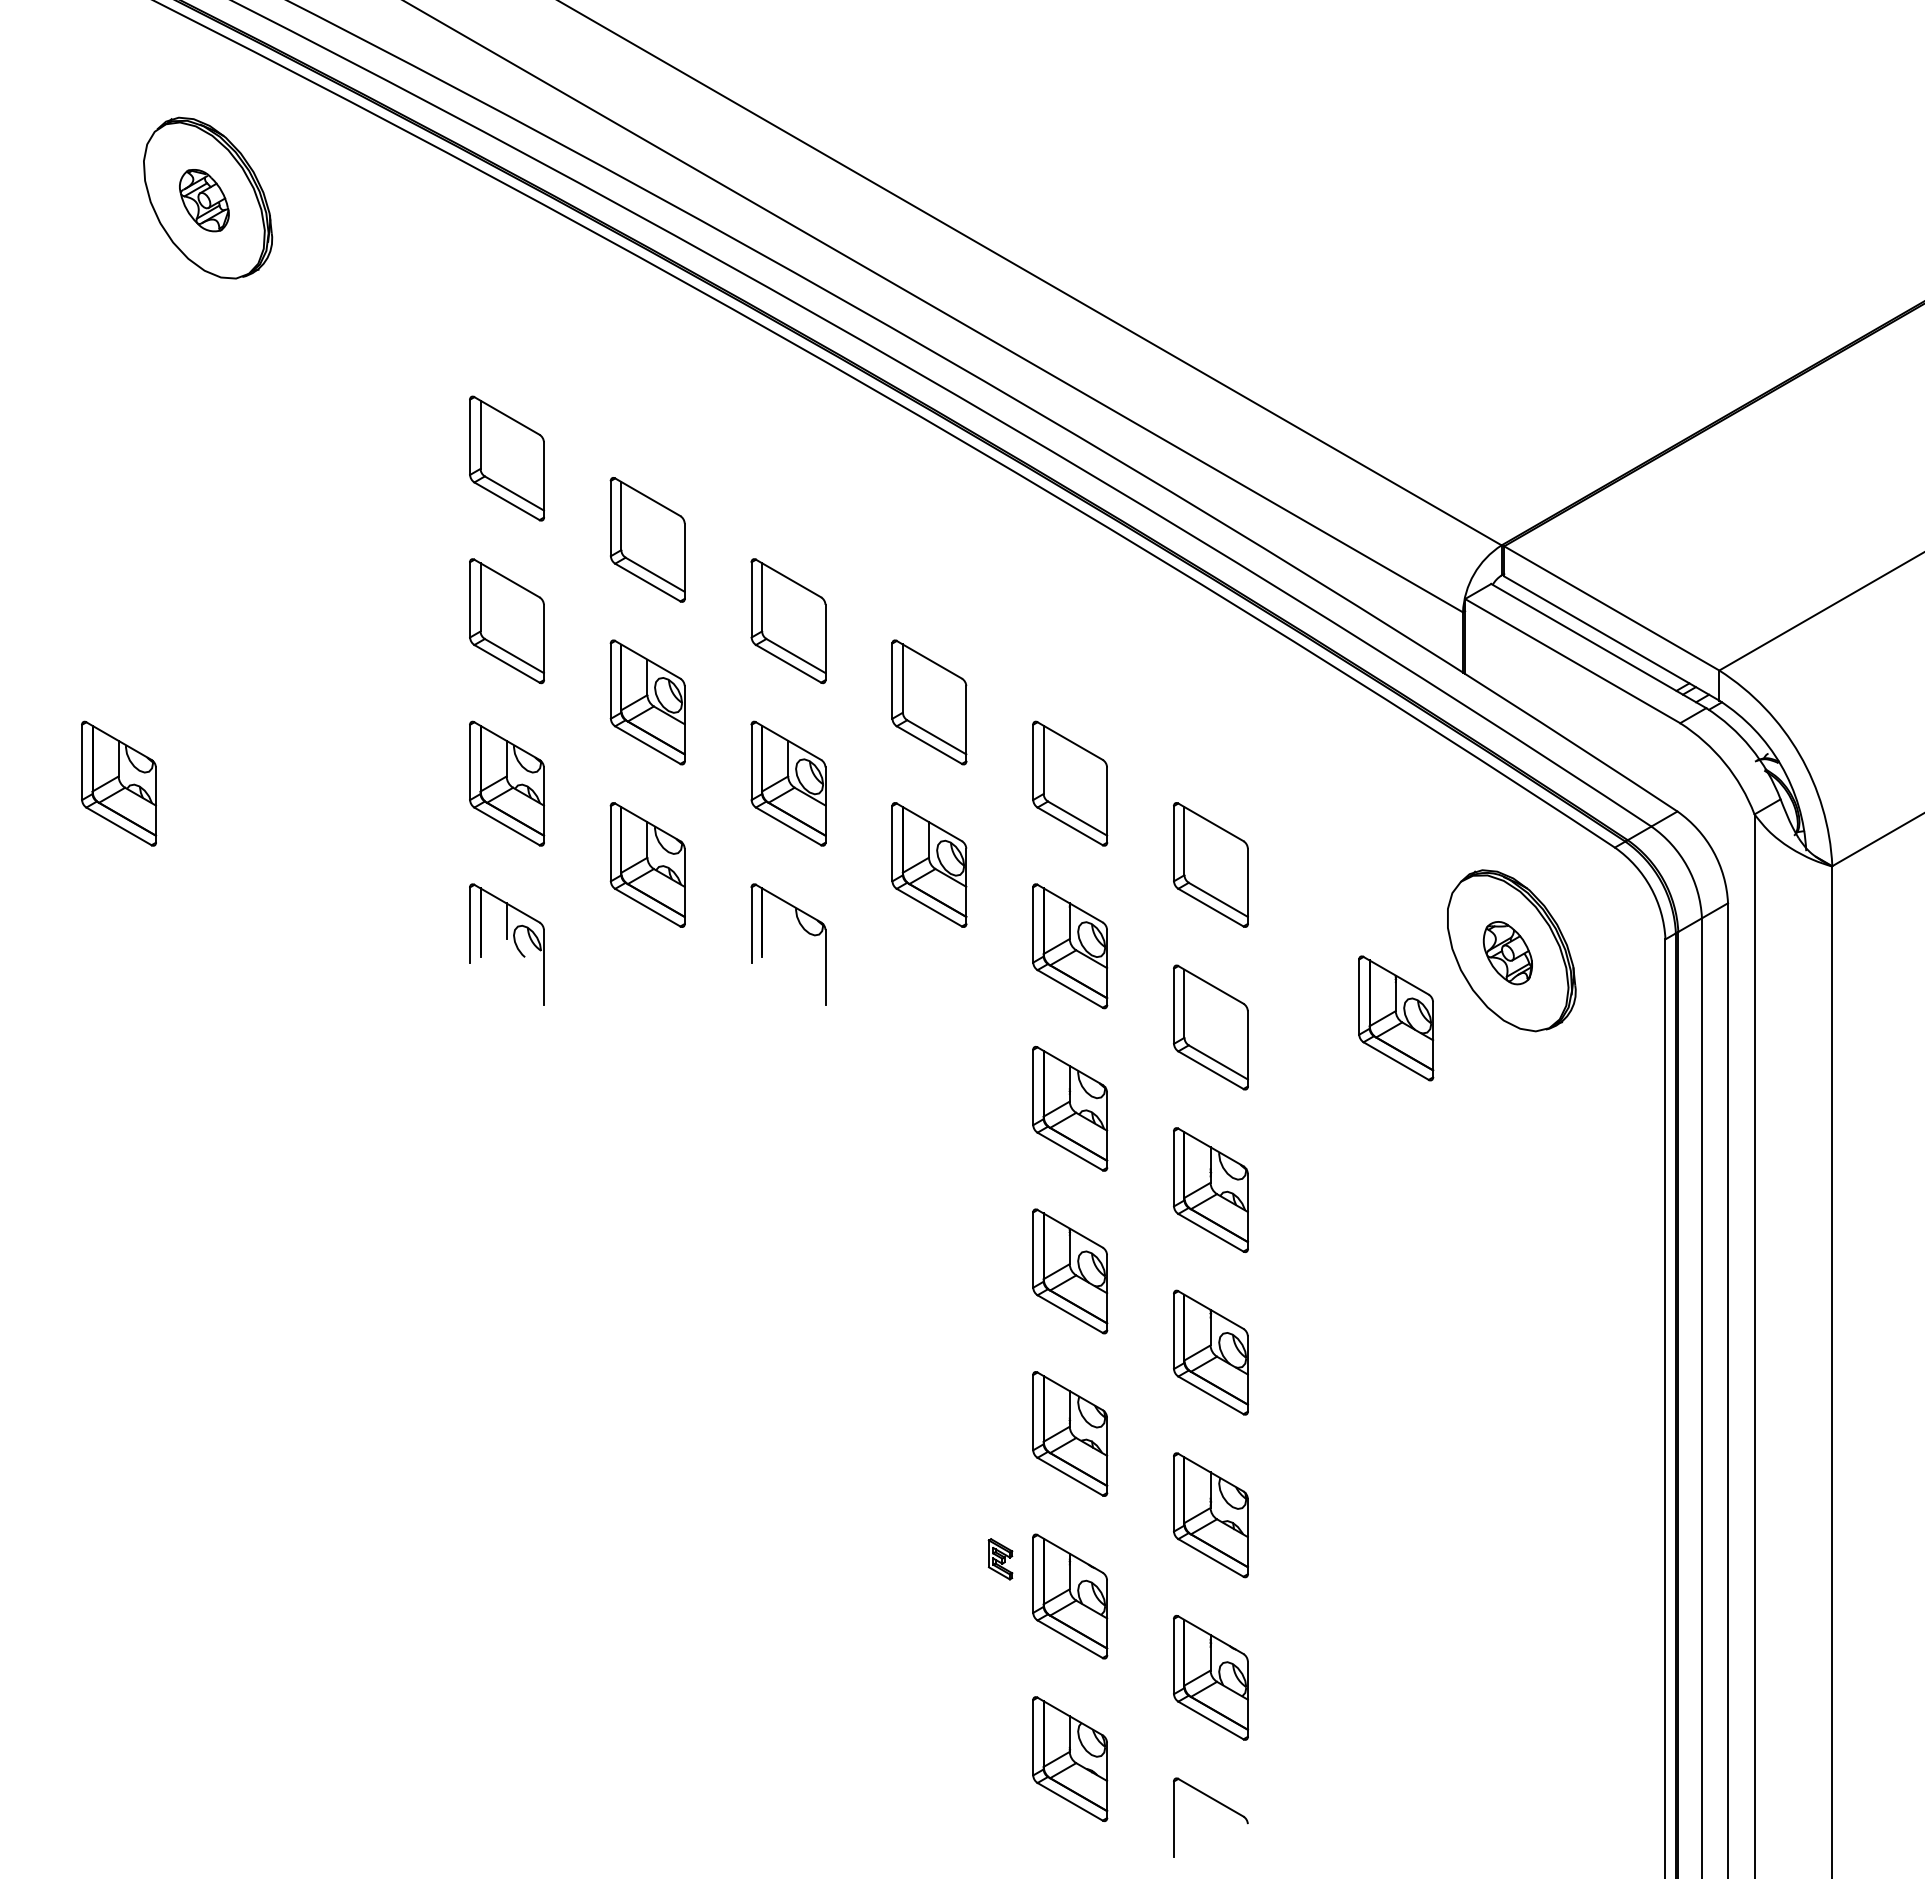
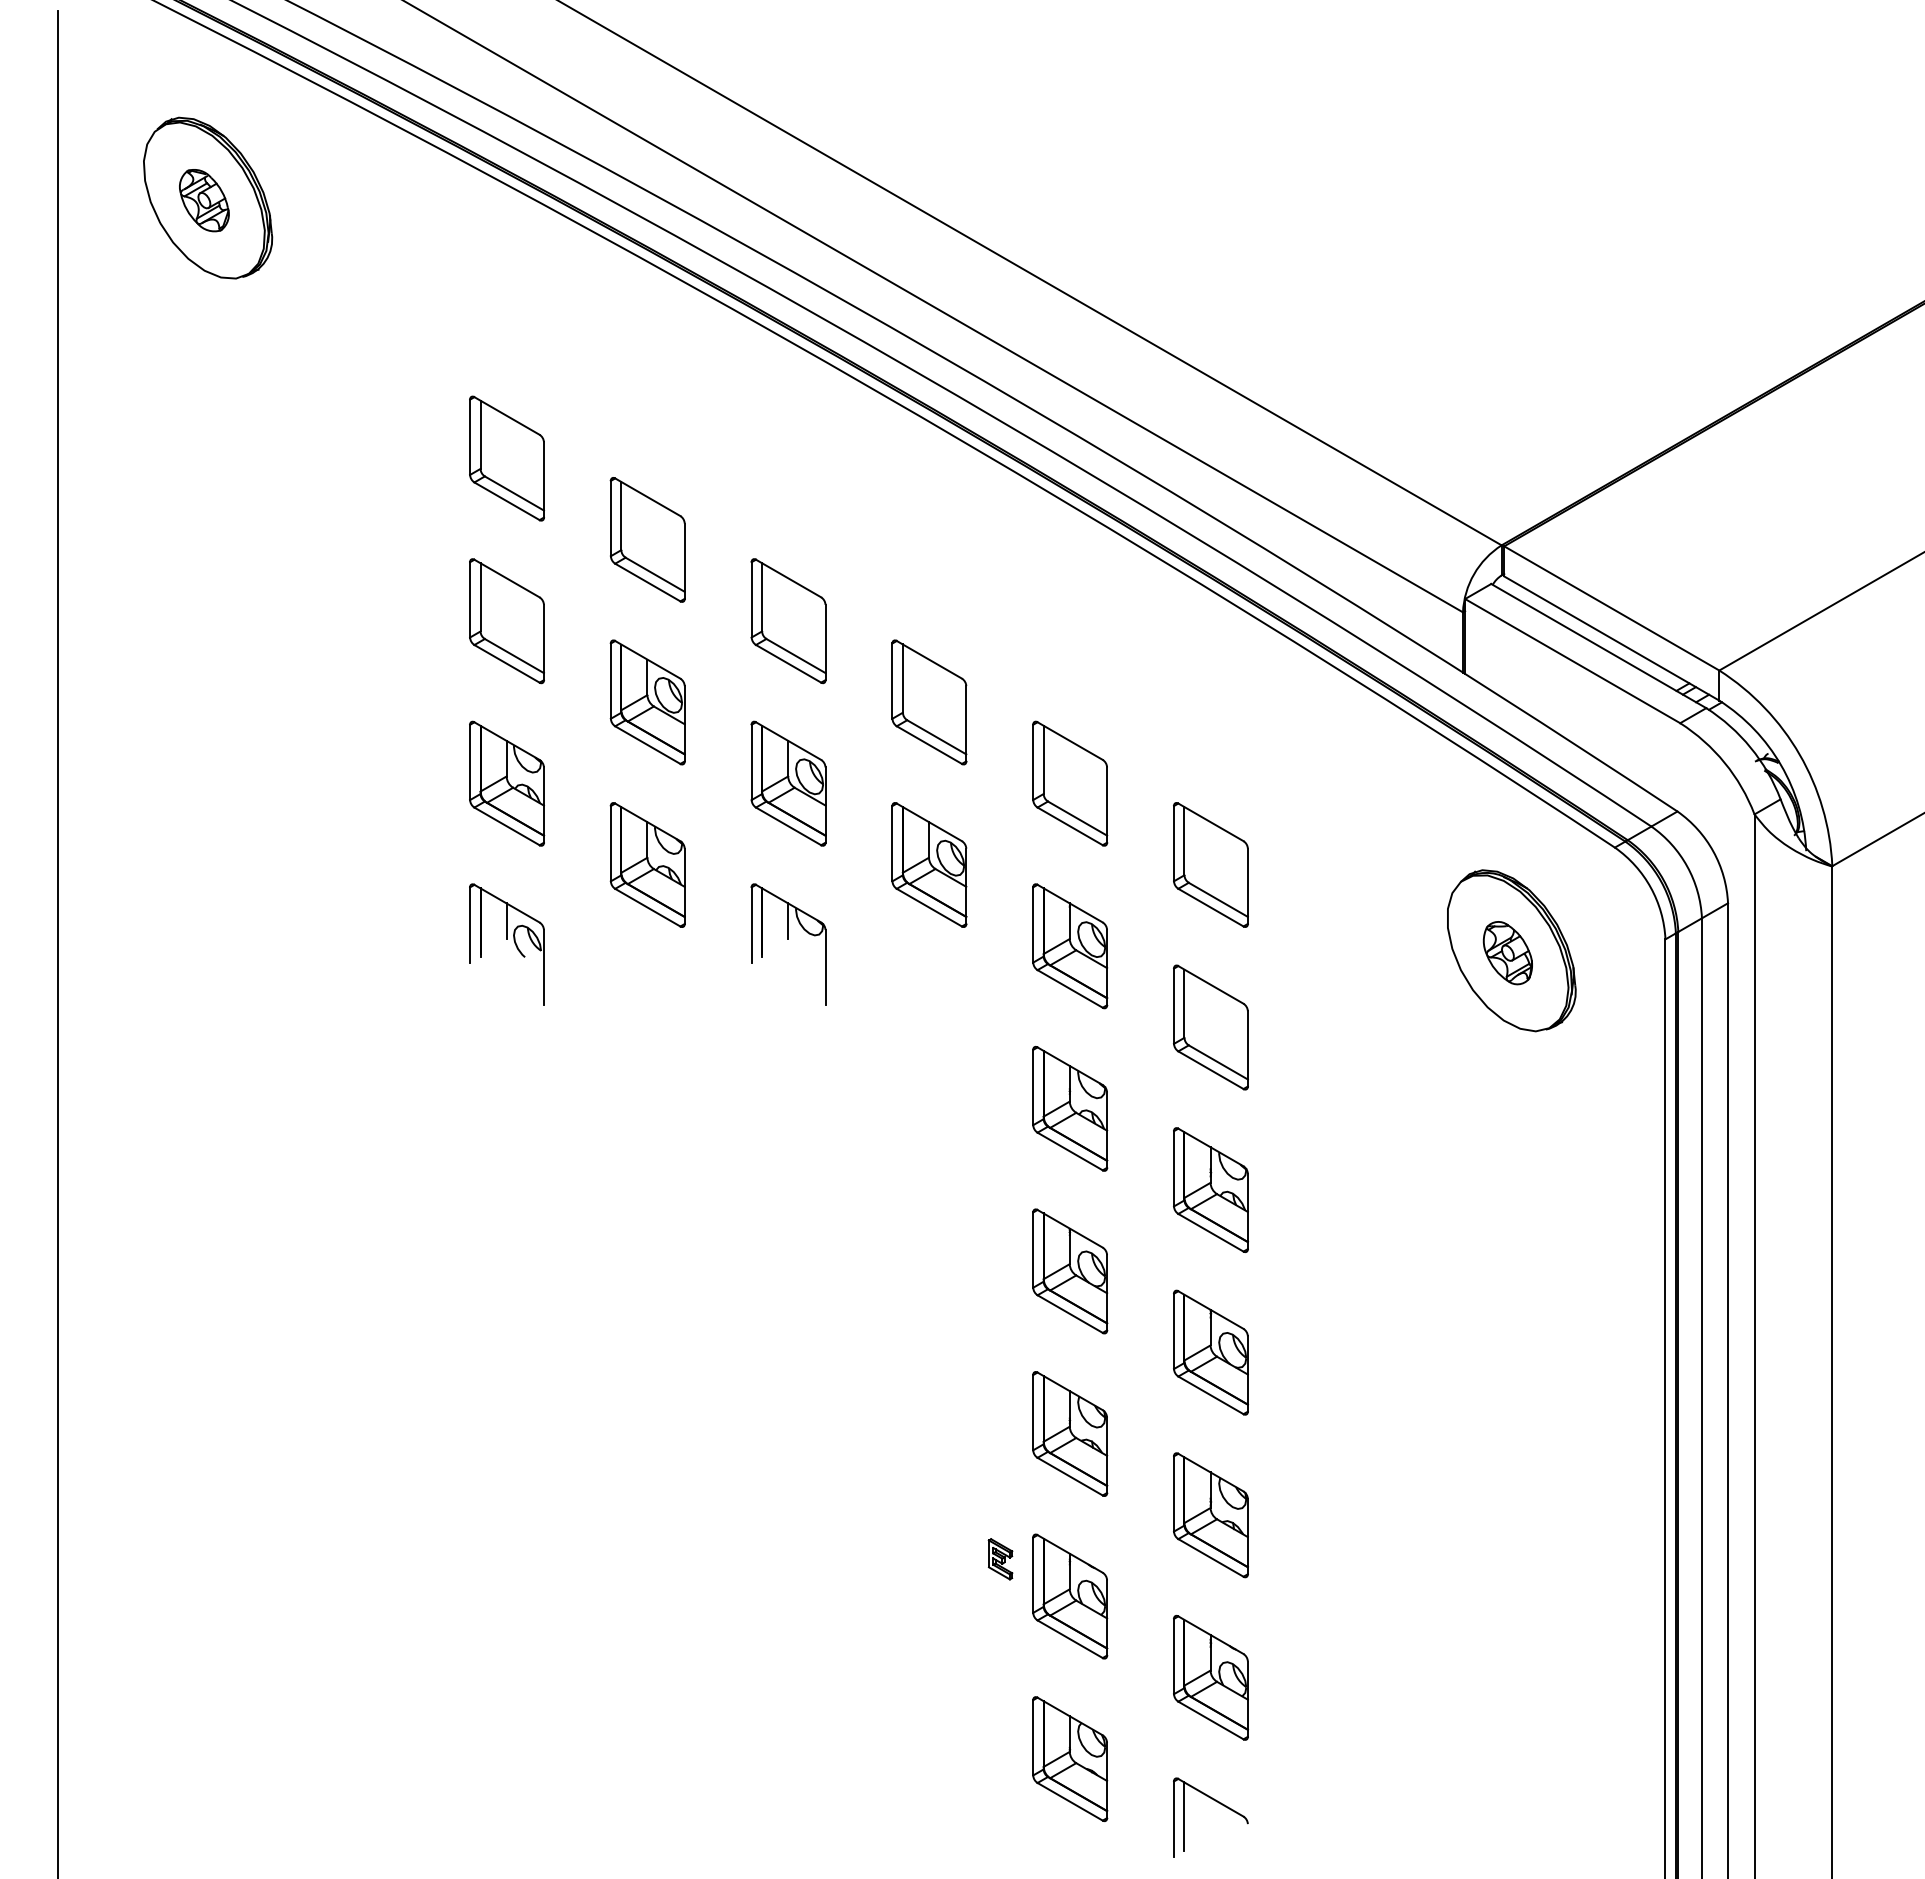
part at (119, 783): present -> none
line at (788, 921): none -> present
line at (57, 943): none -> present
part at (1396, 1018): present -> none
line at (1184, 1816): none -> present
